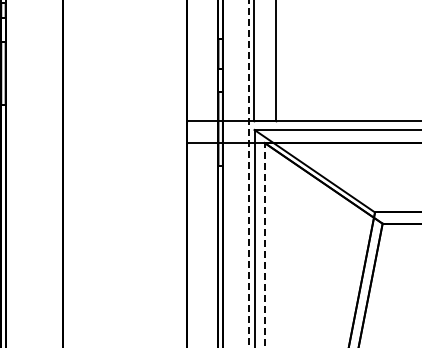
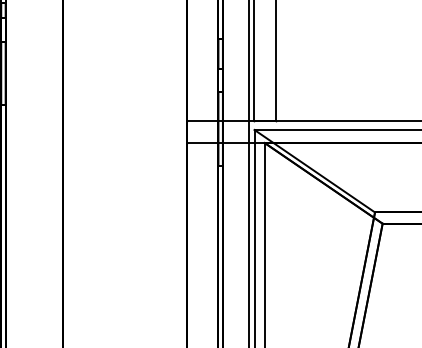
line at (249, 174): dashed -> solid
line at (264, 244): dashed -> solid
